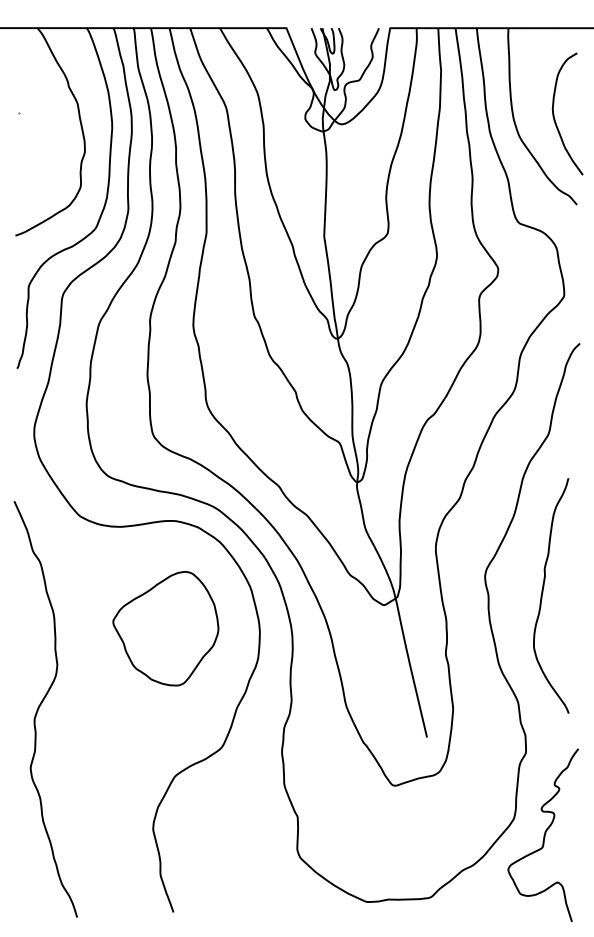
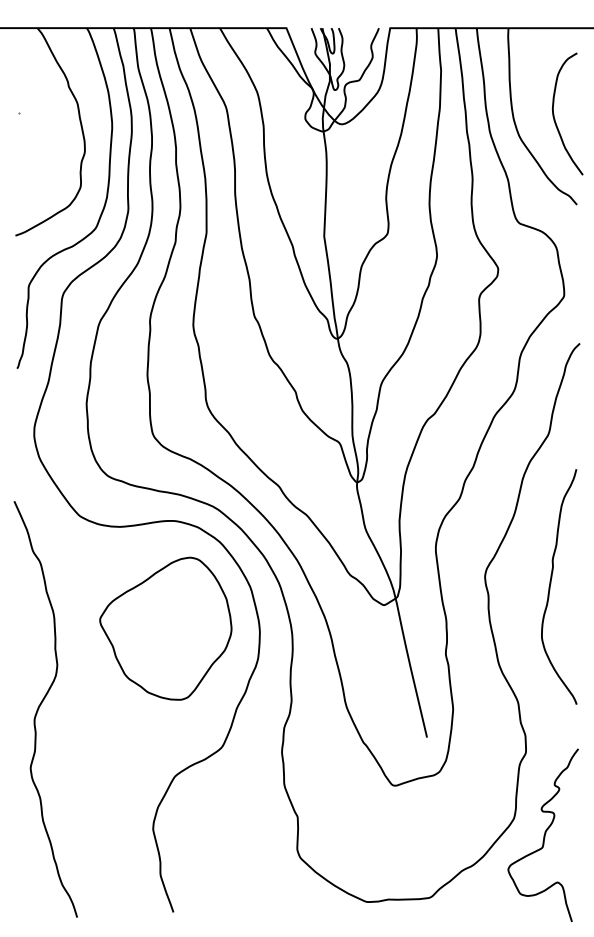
curve at (543, 592) position: (543, 592) -> (551, 583)
part at (165, 628) size: 108x116 px -> 134x145 px
